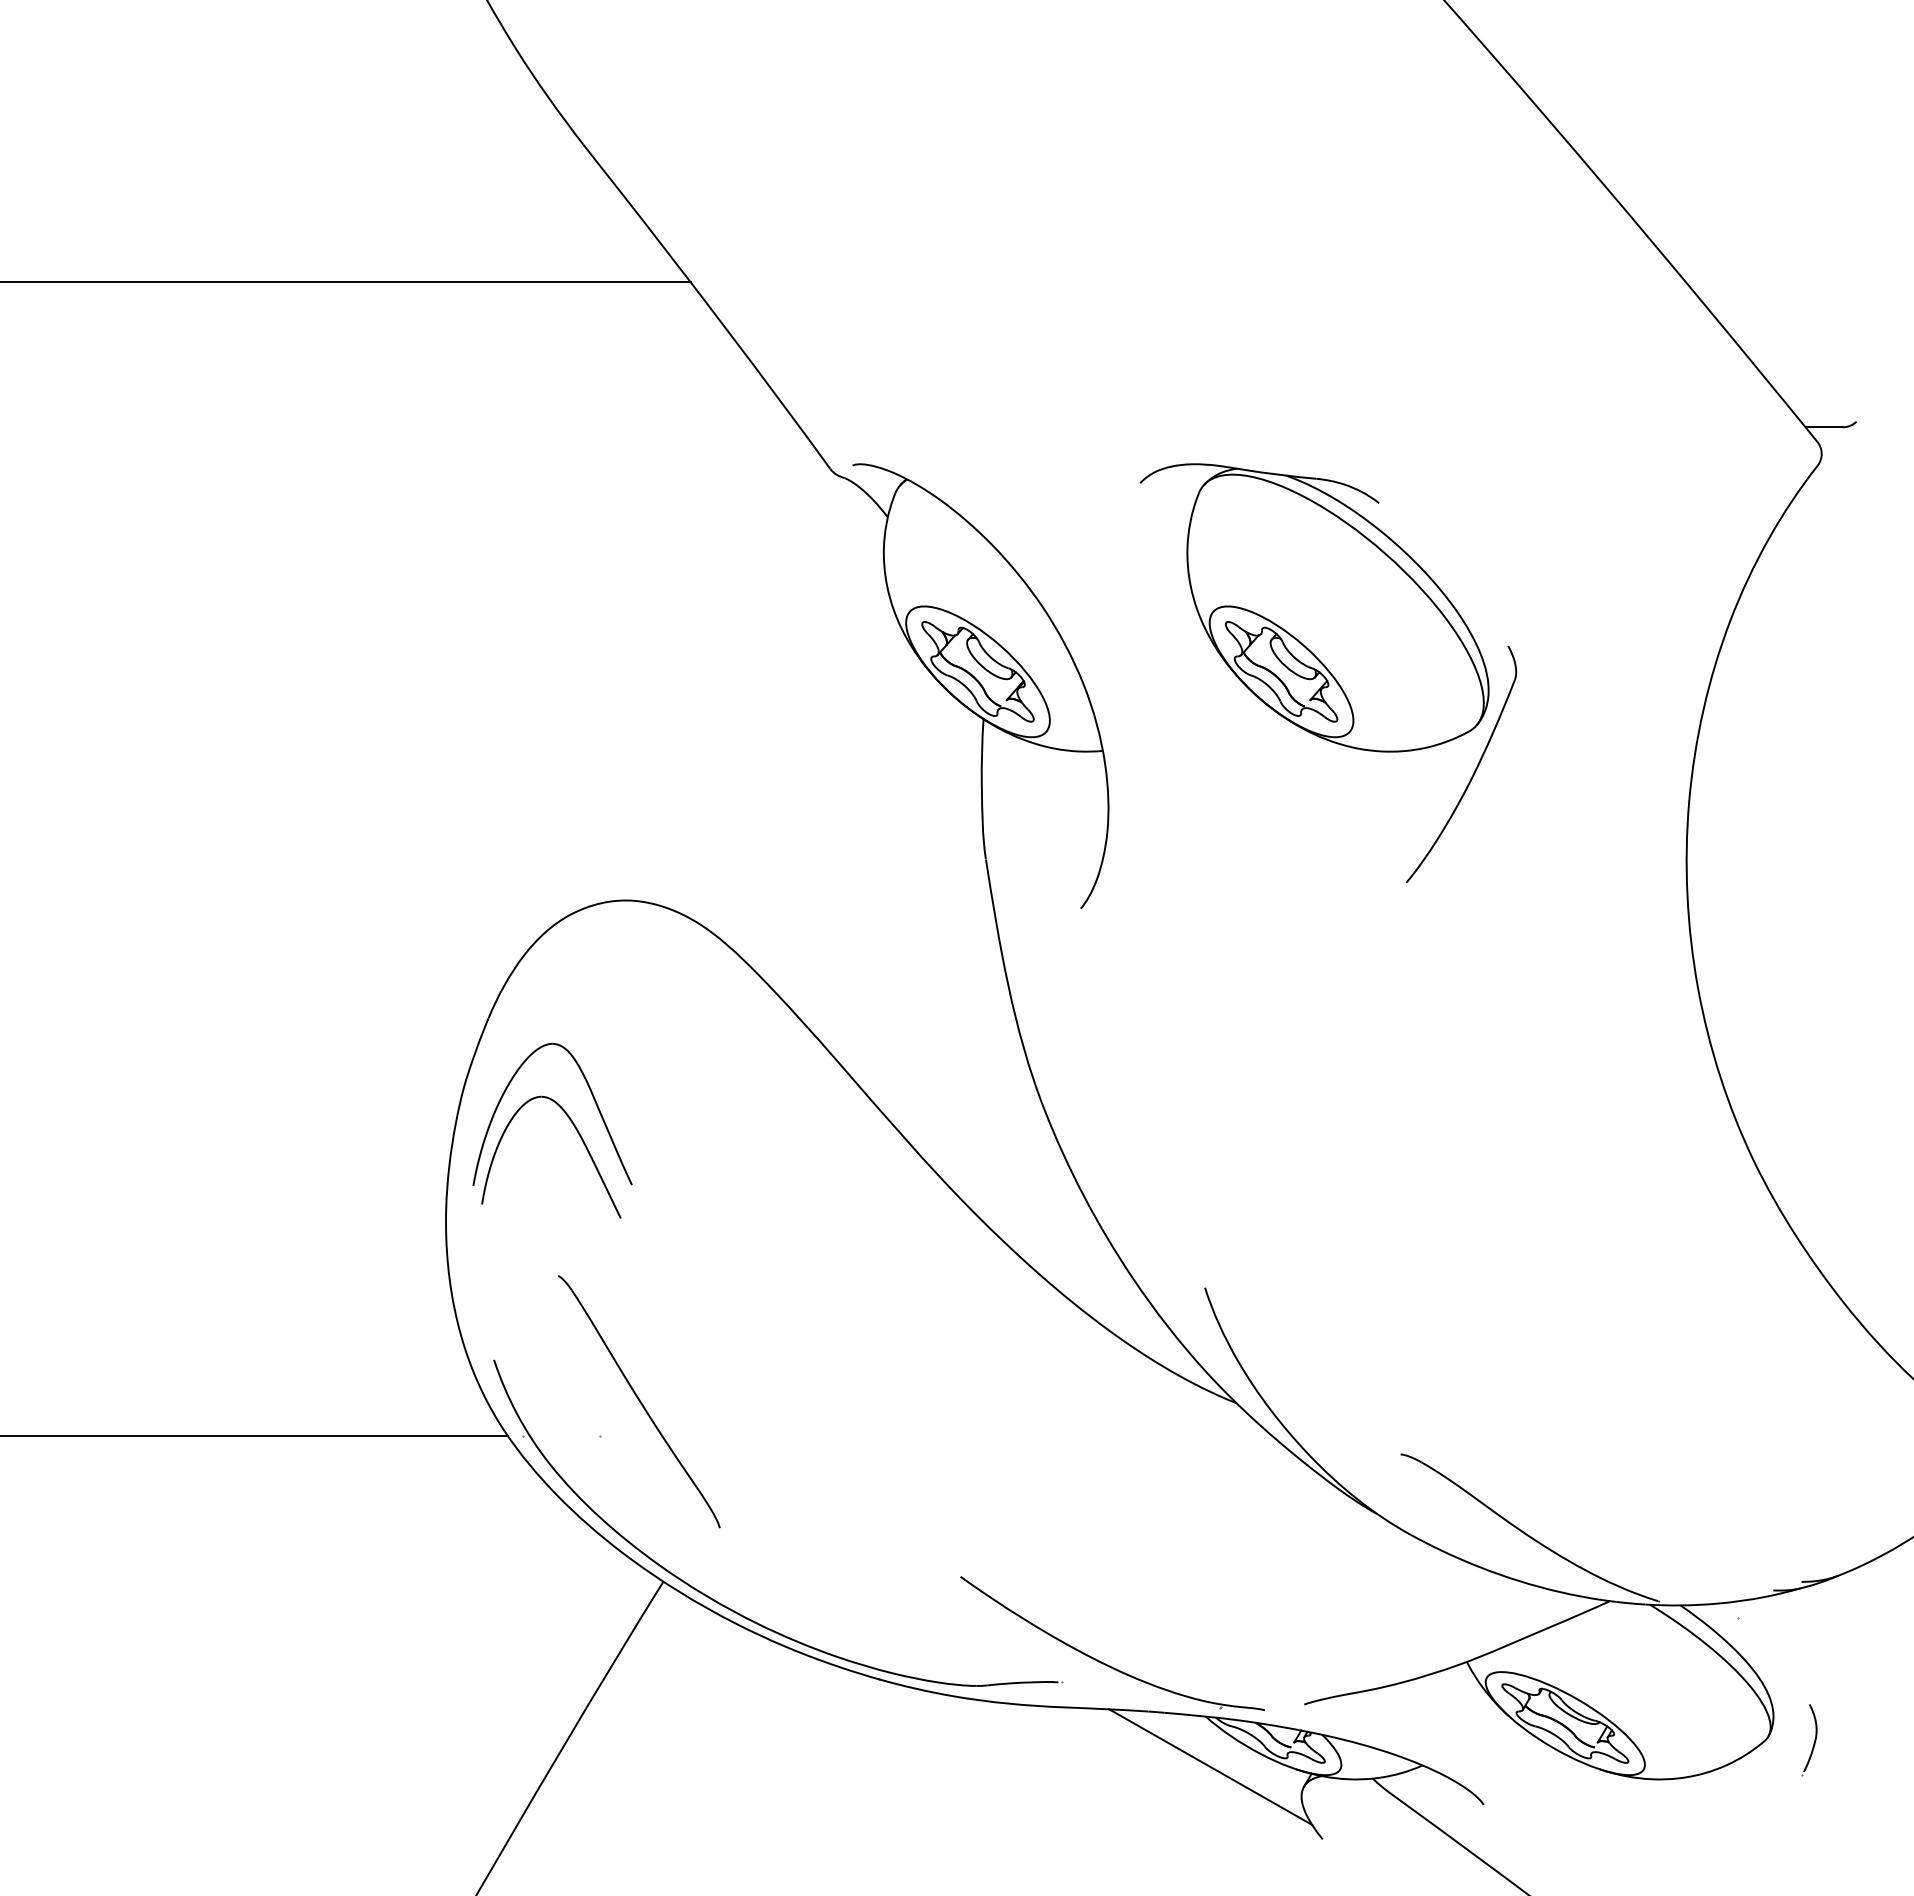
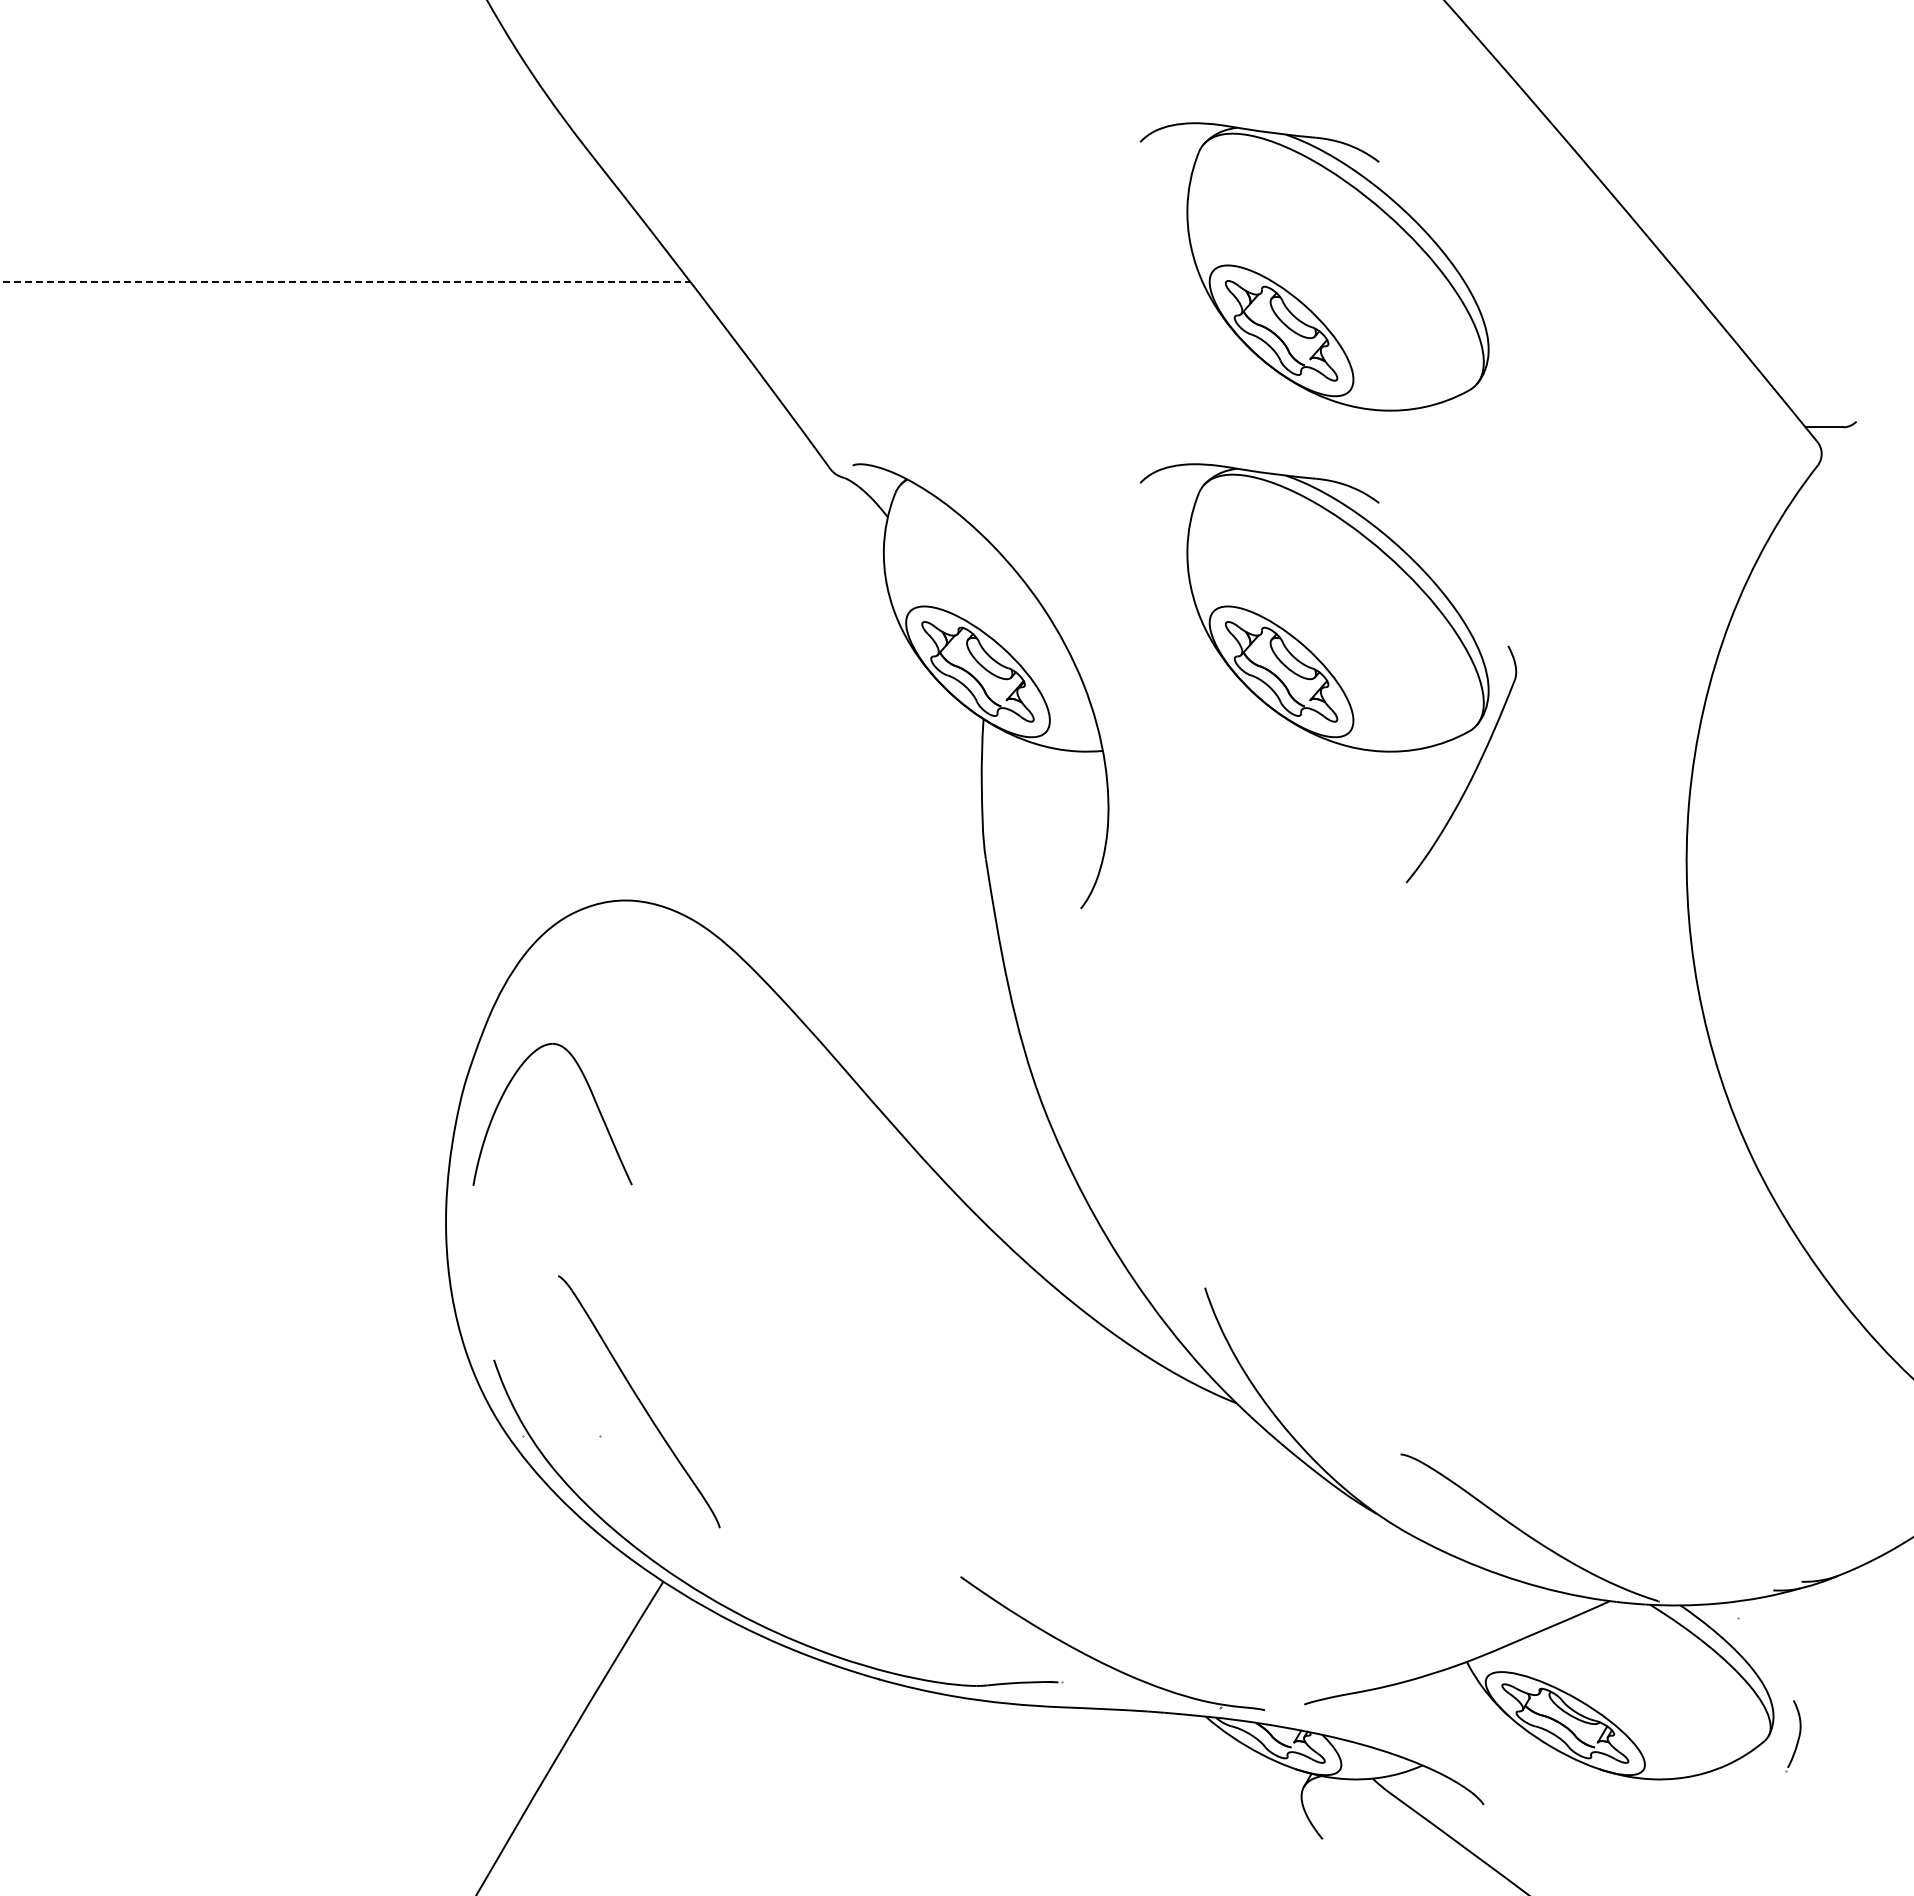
part at (1314, 266): none -> present
line at (345, 282): solid -> dashed
part at (581, 1140): present -> none
line at (254, 1436): present -> none
part at (1809, 1740) position: (1809, 1740) -> (1793, 1736)
line at (1210, 1766): present -> none
